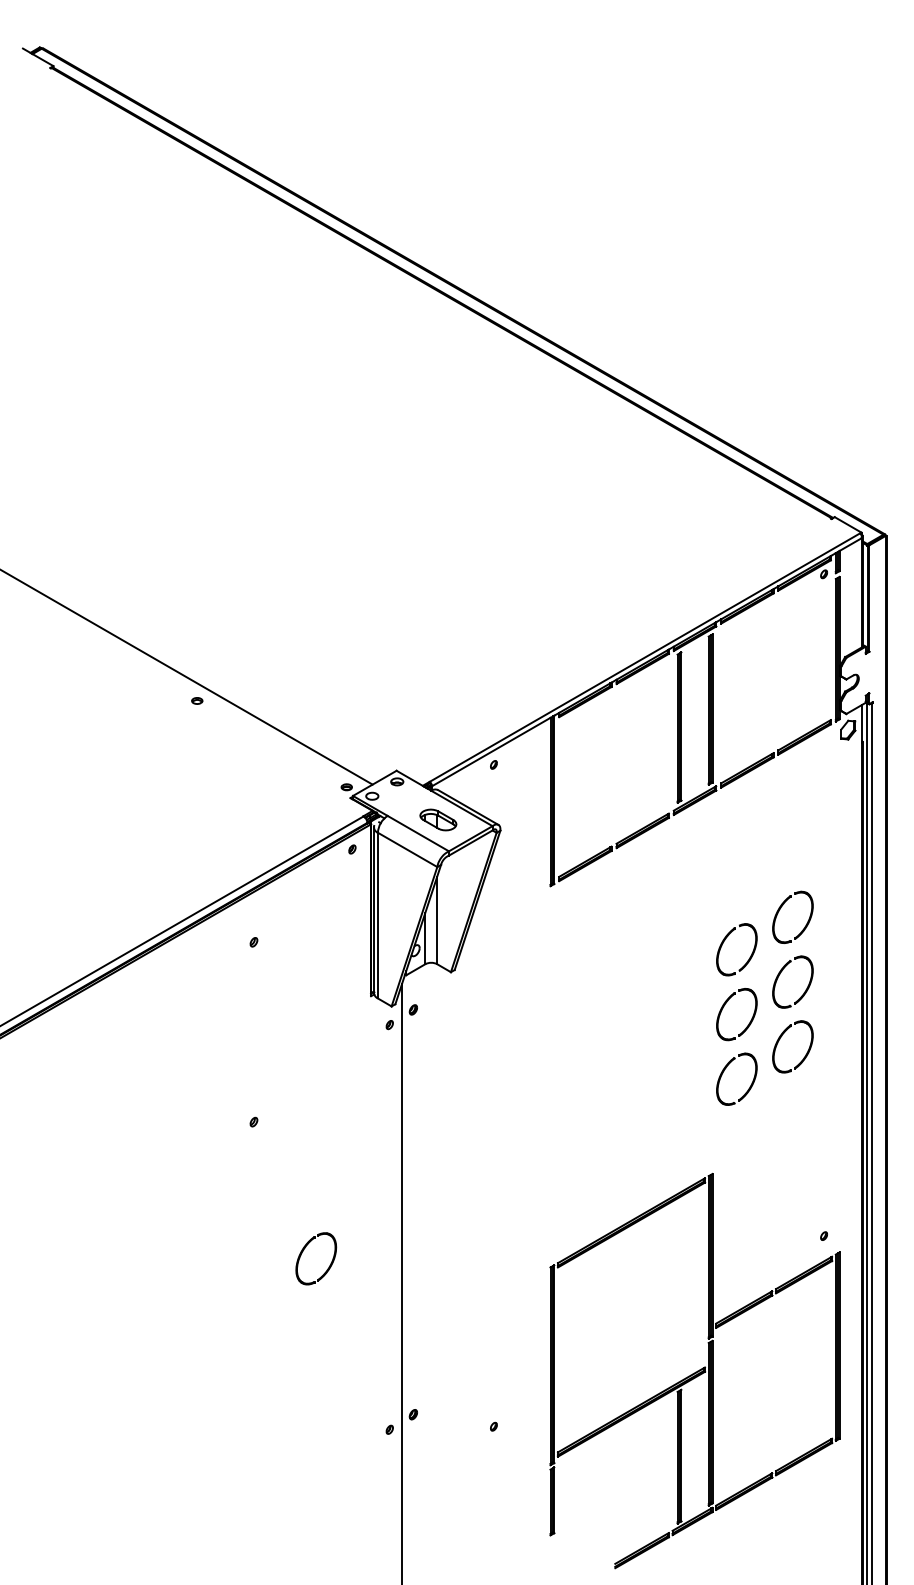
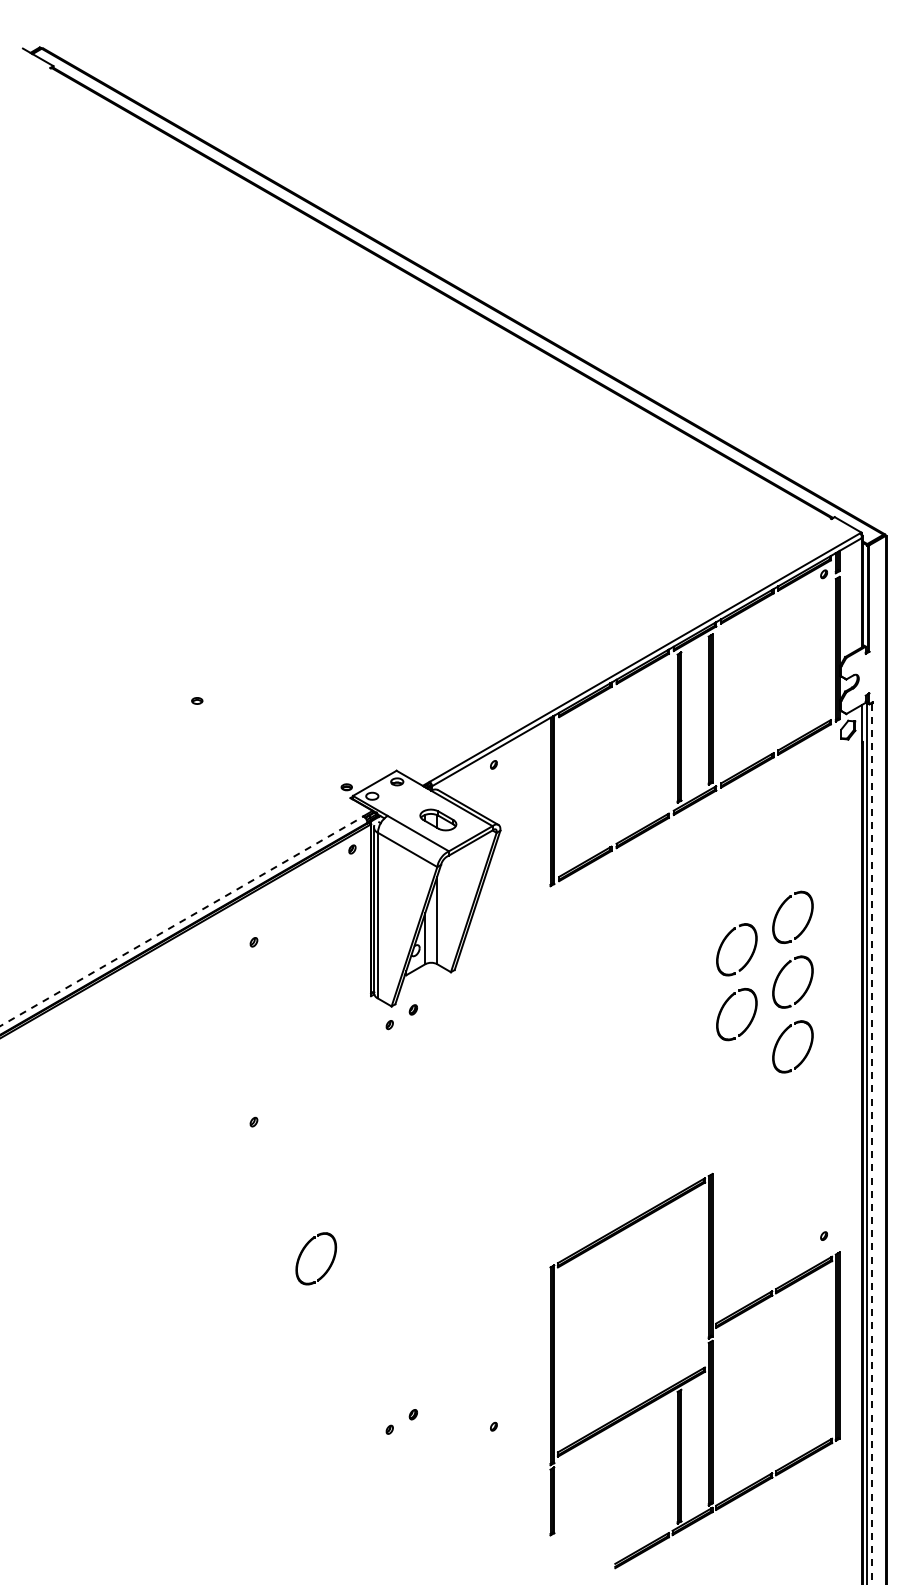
line at (187, 677): present -> none
line at (181, 921): solid -> dashed
part at (724, 1071): present -> none
line at (871, 1144): solid -> dashed
line at (401, 1282): present -> none
